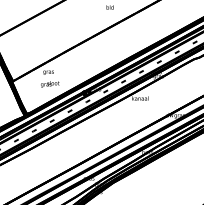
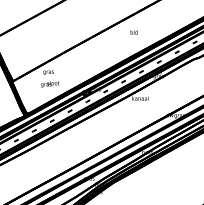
text at (109, 7) position: (109, 7) -> (133, 32)
